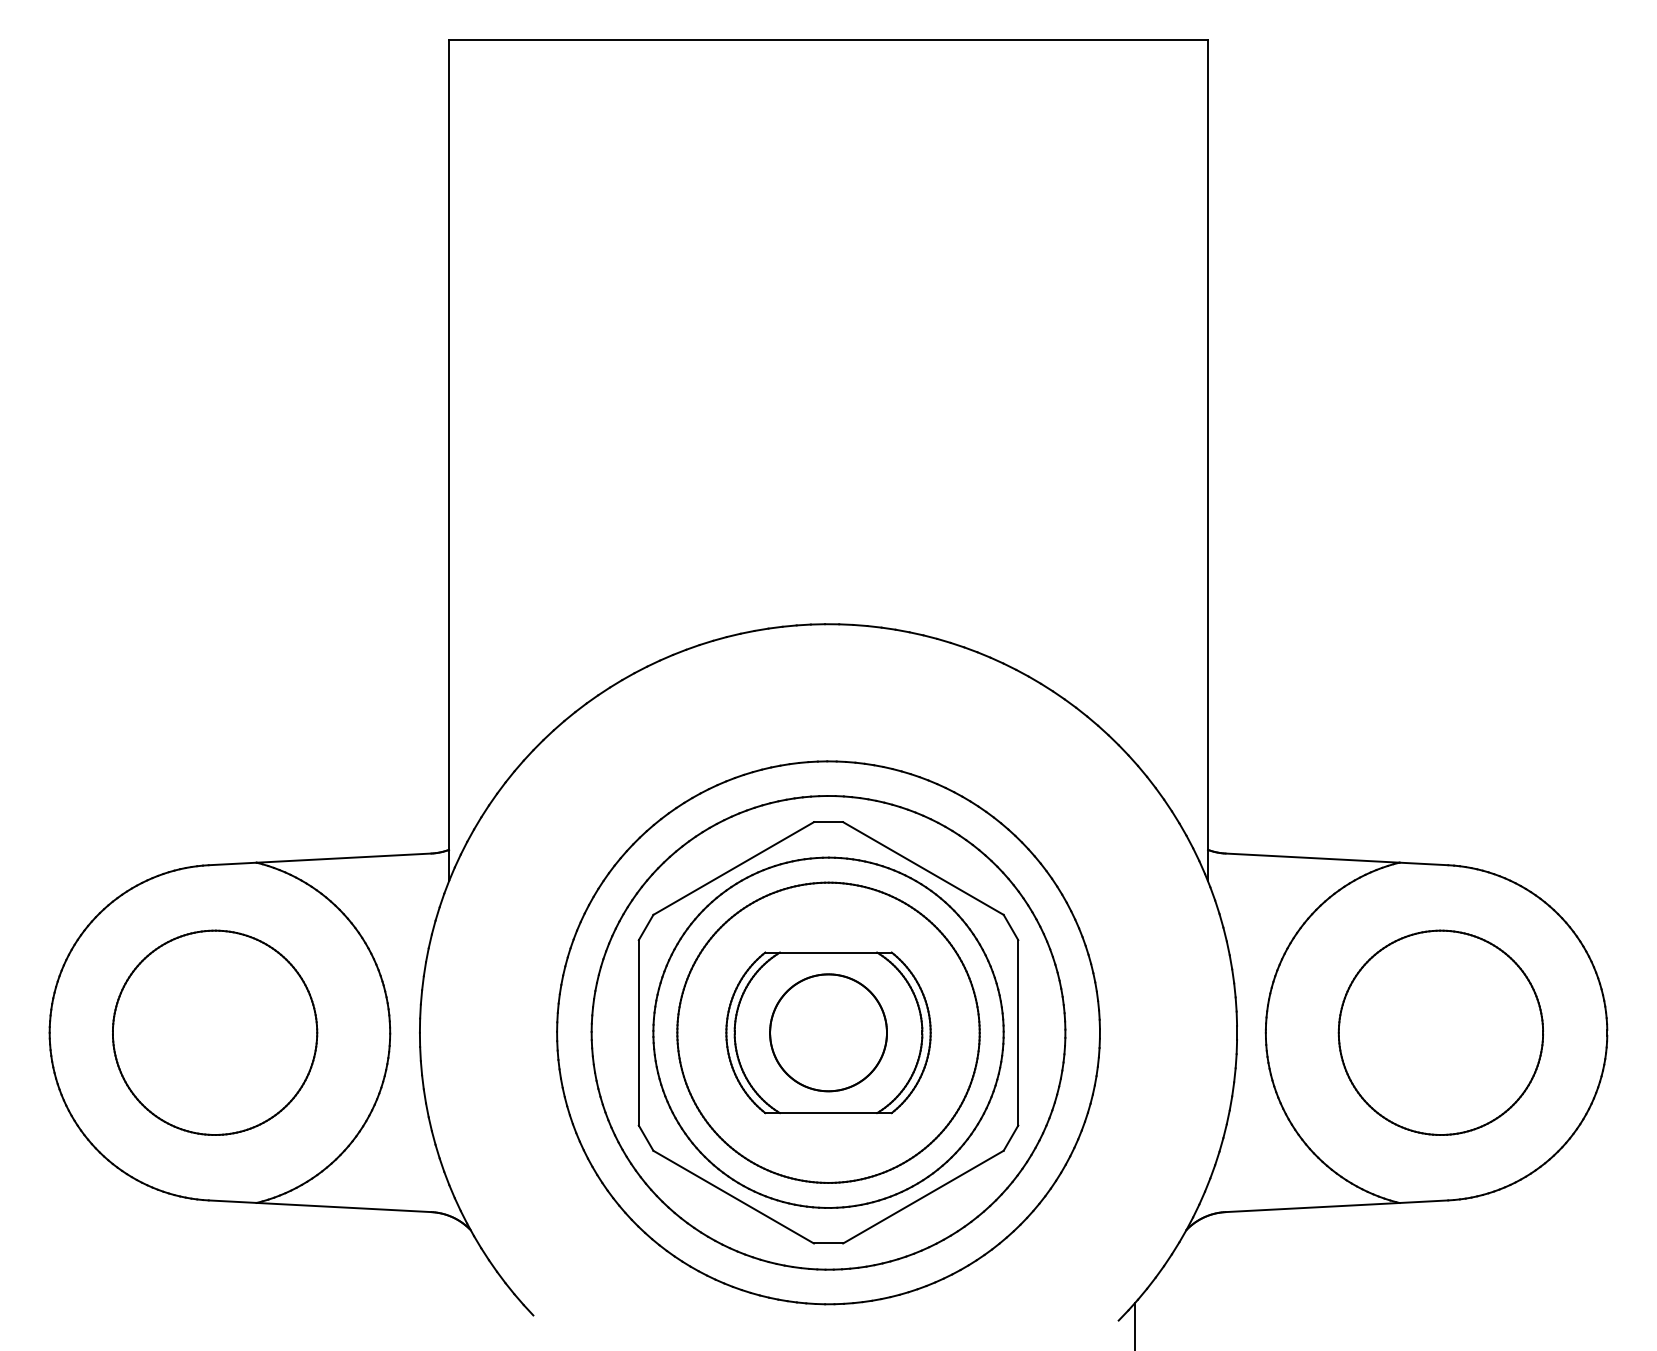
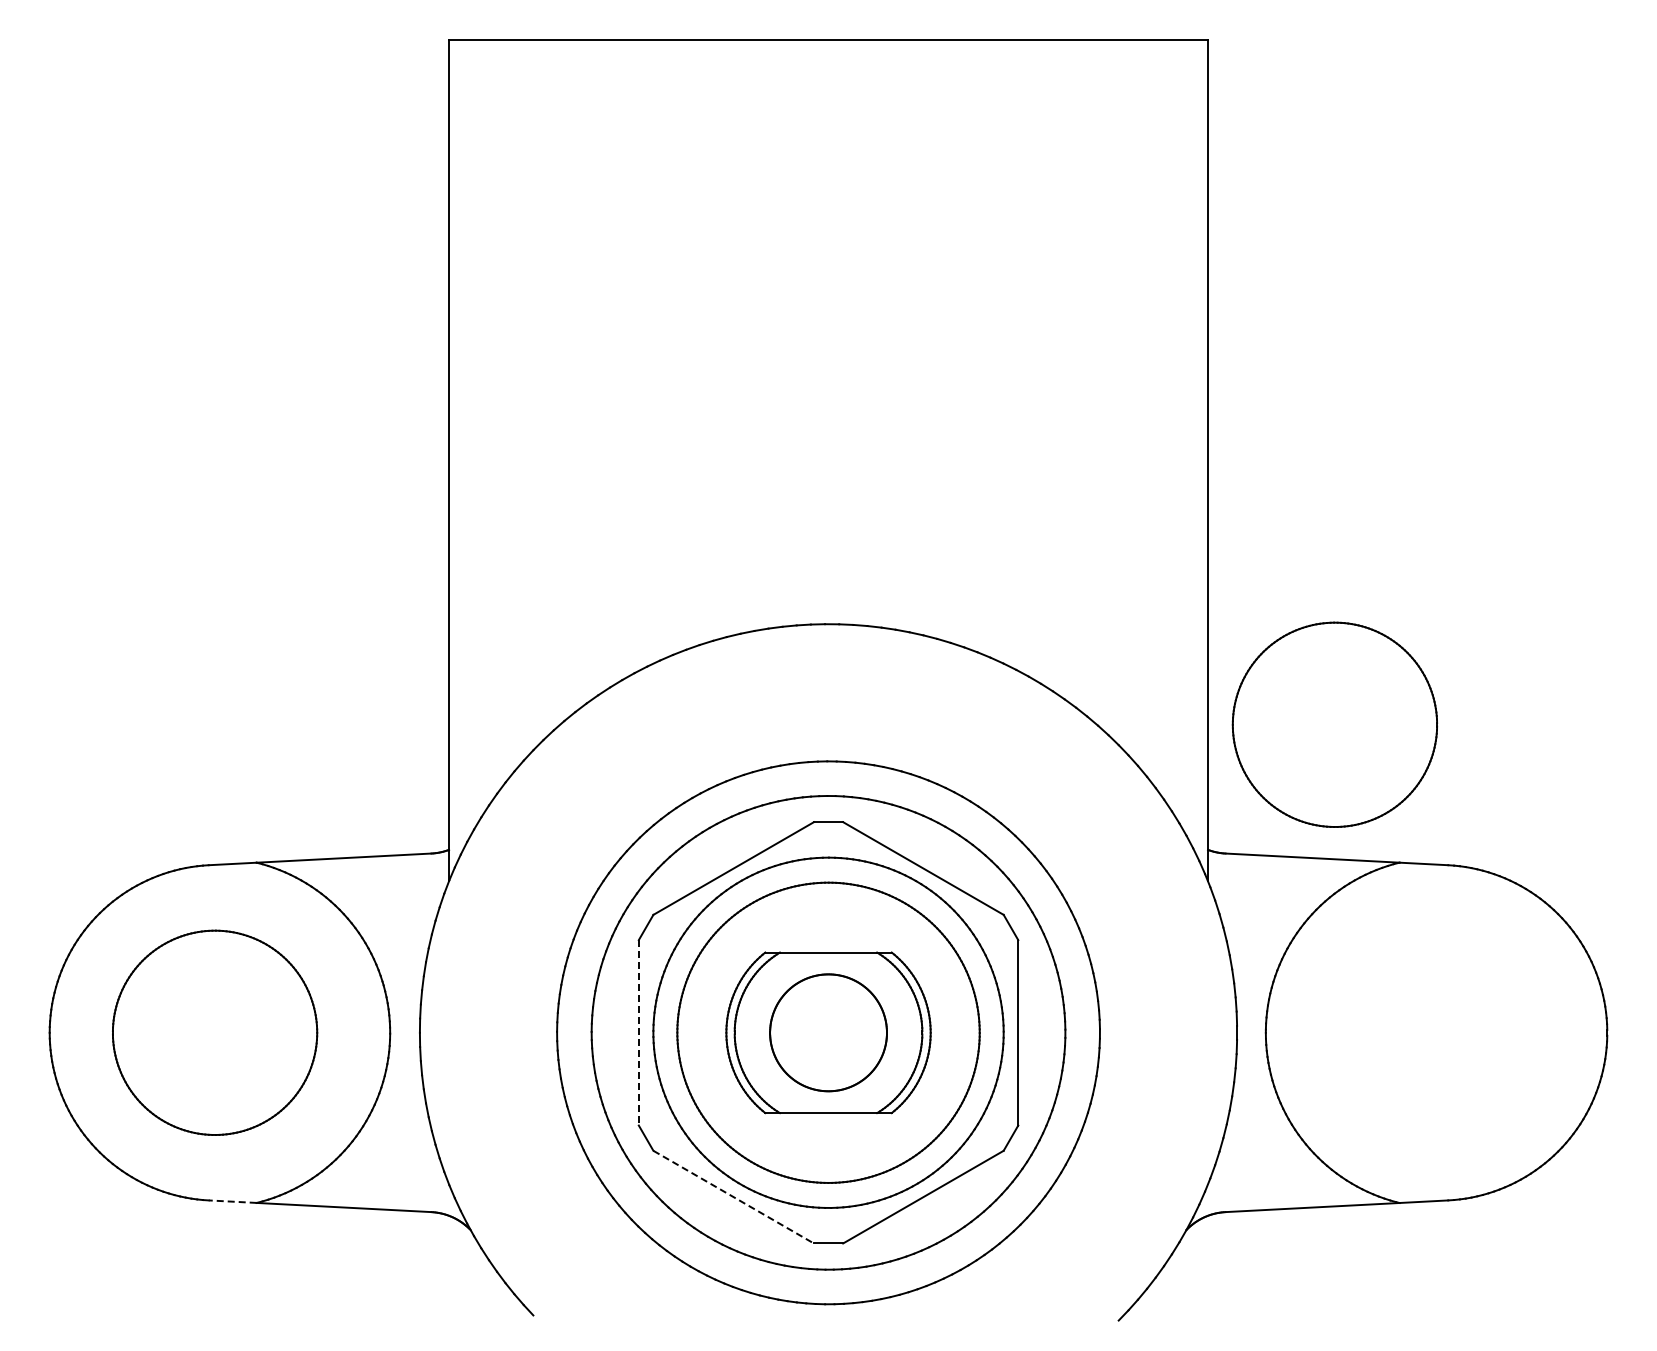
line at (638, 1032): solid -> dashed
part at (1440, 1032) position: (1440, 1032) -> (1334, 724)
line at (733, 1197): solid -> dashed
line at (232, 1201): solid -> dashed
line at (1135, 1325): present -> none
